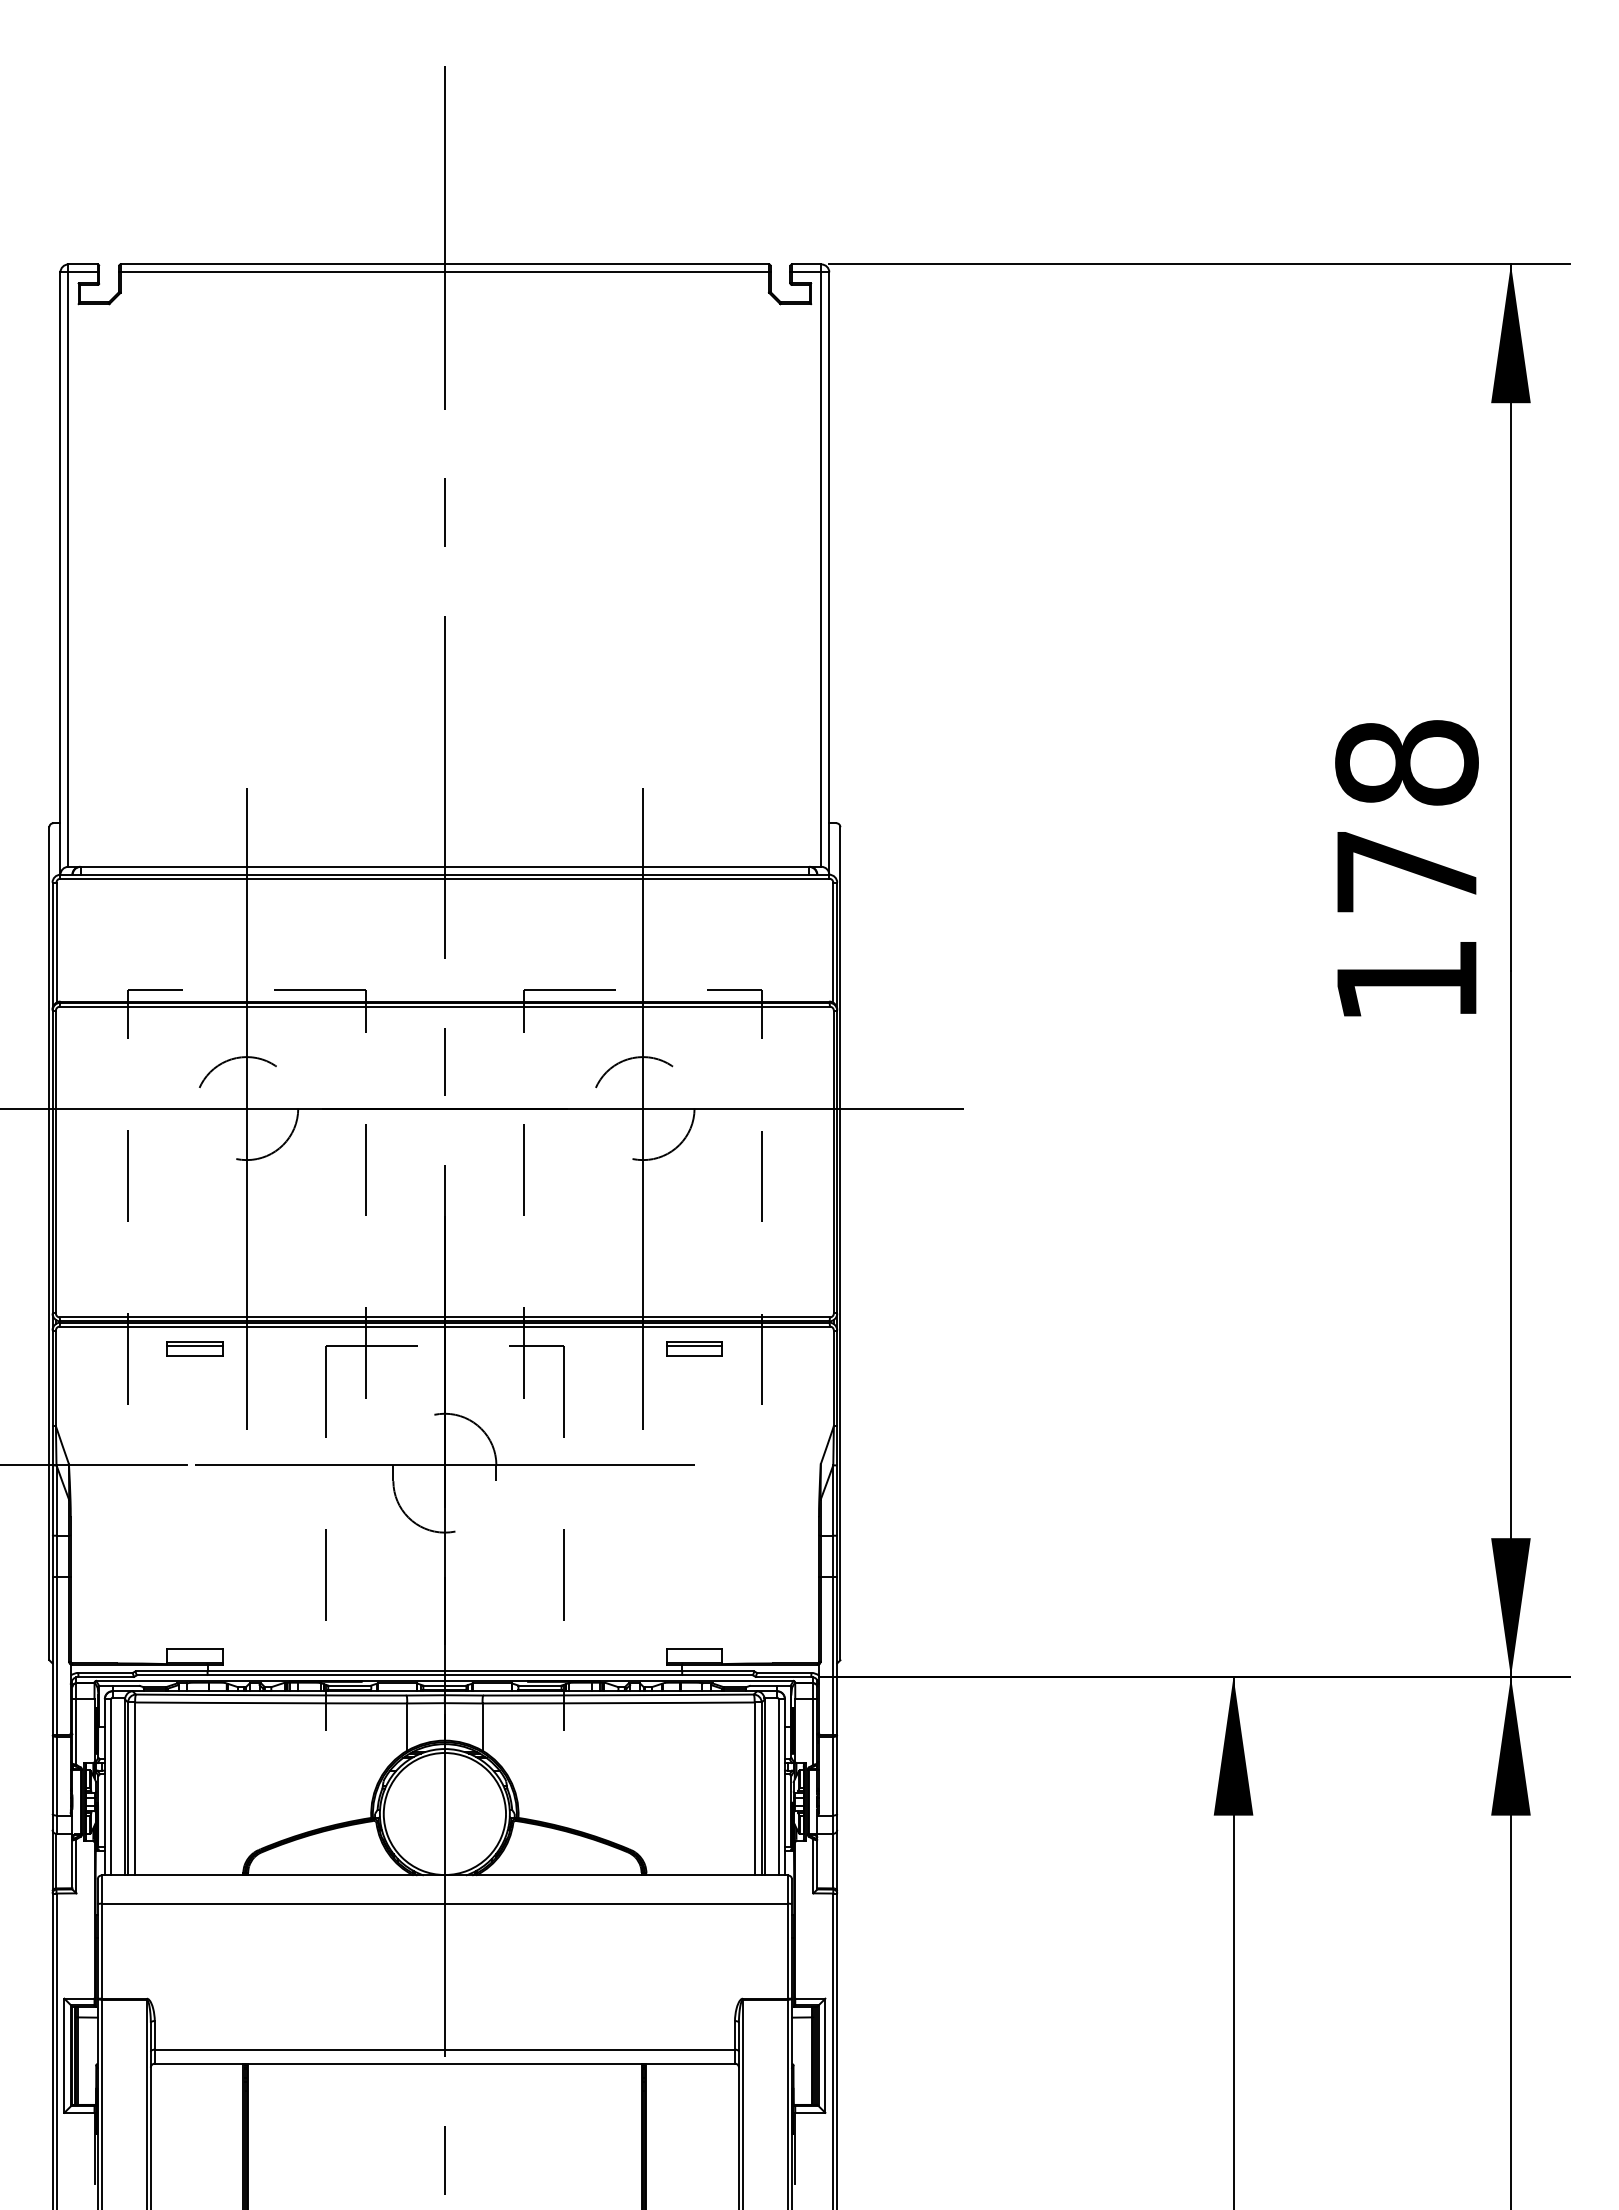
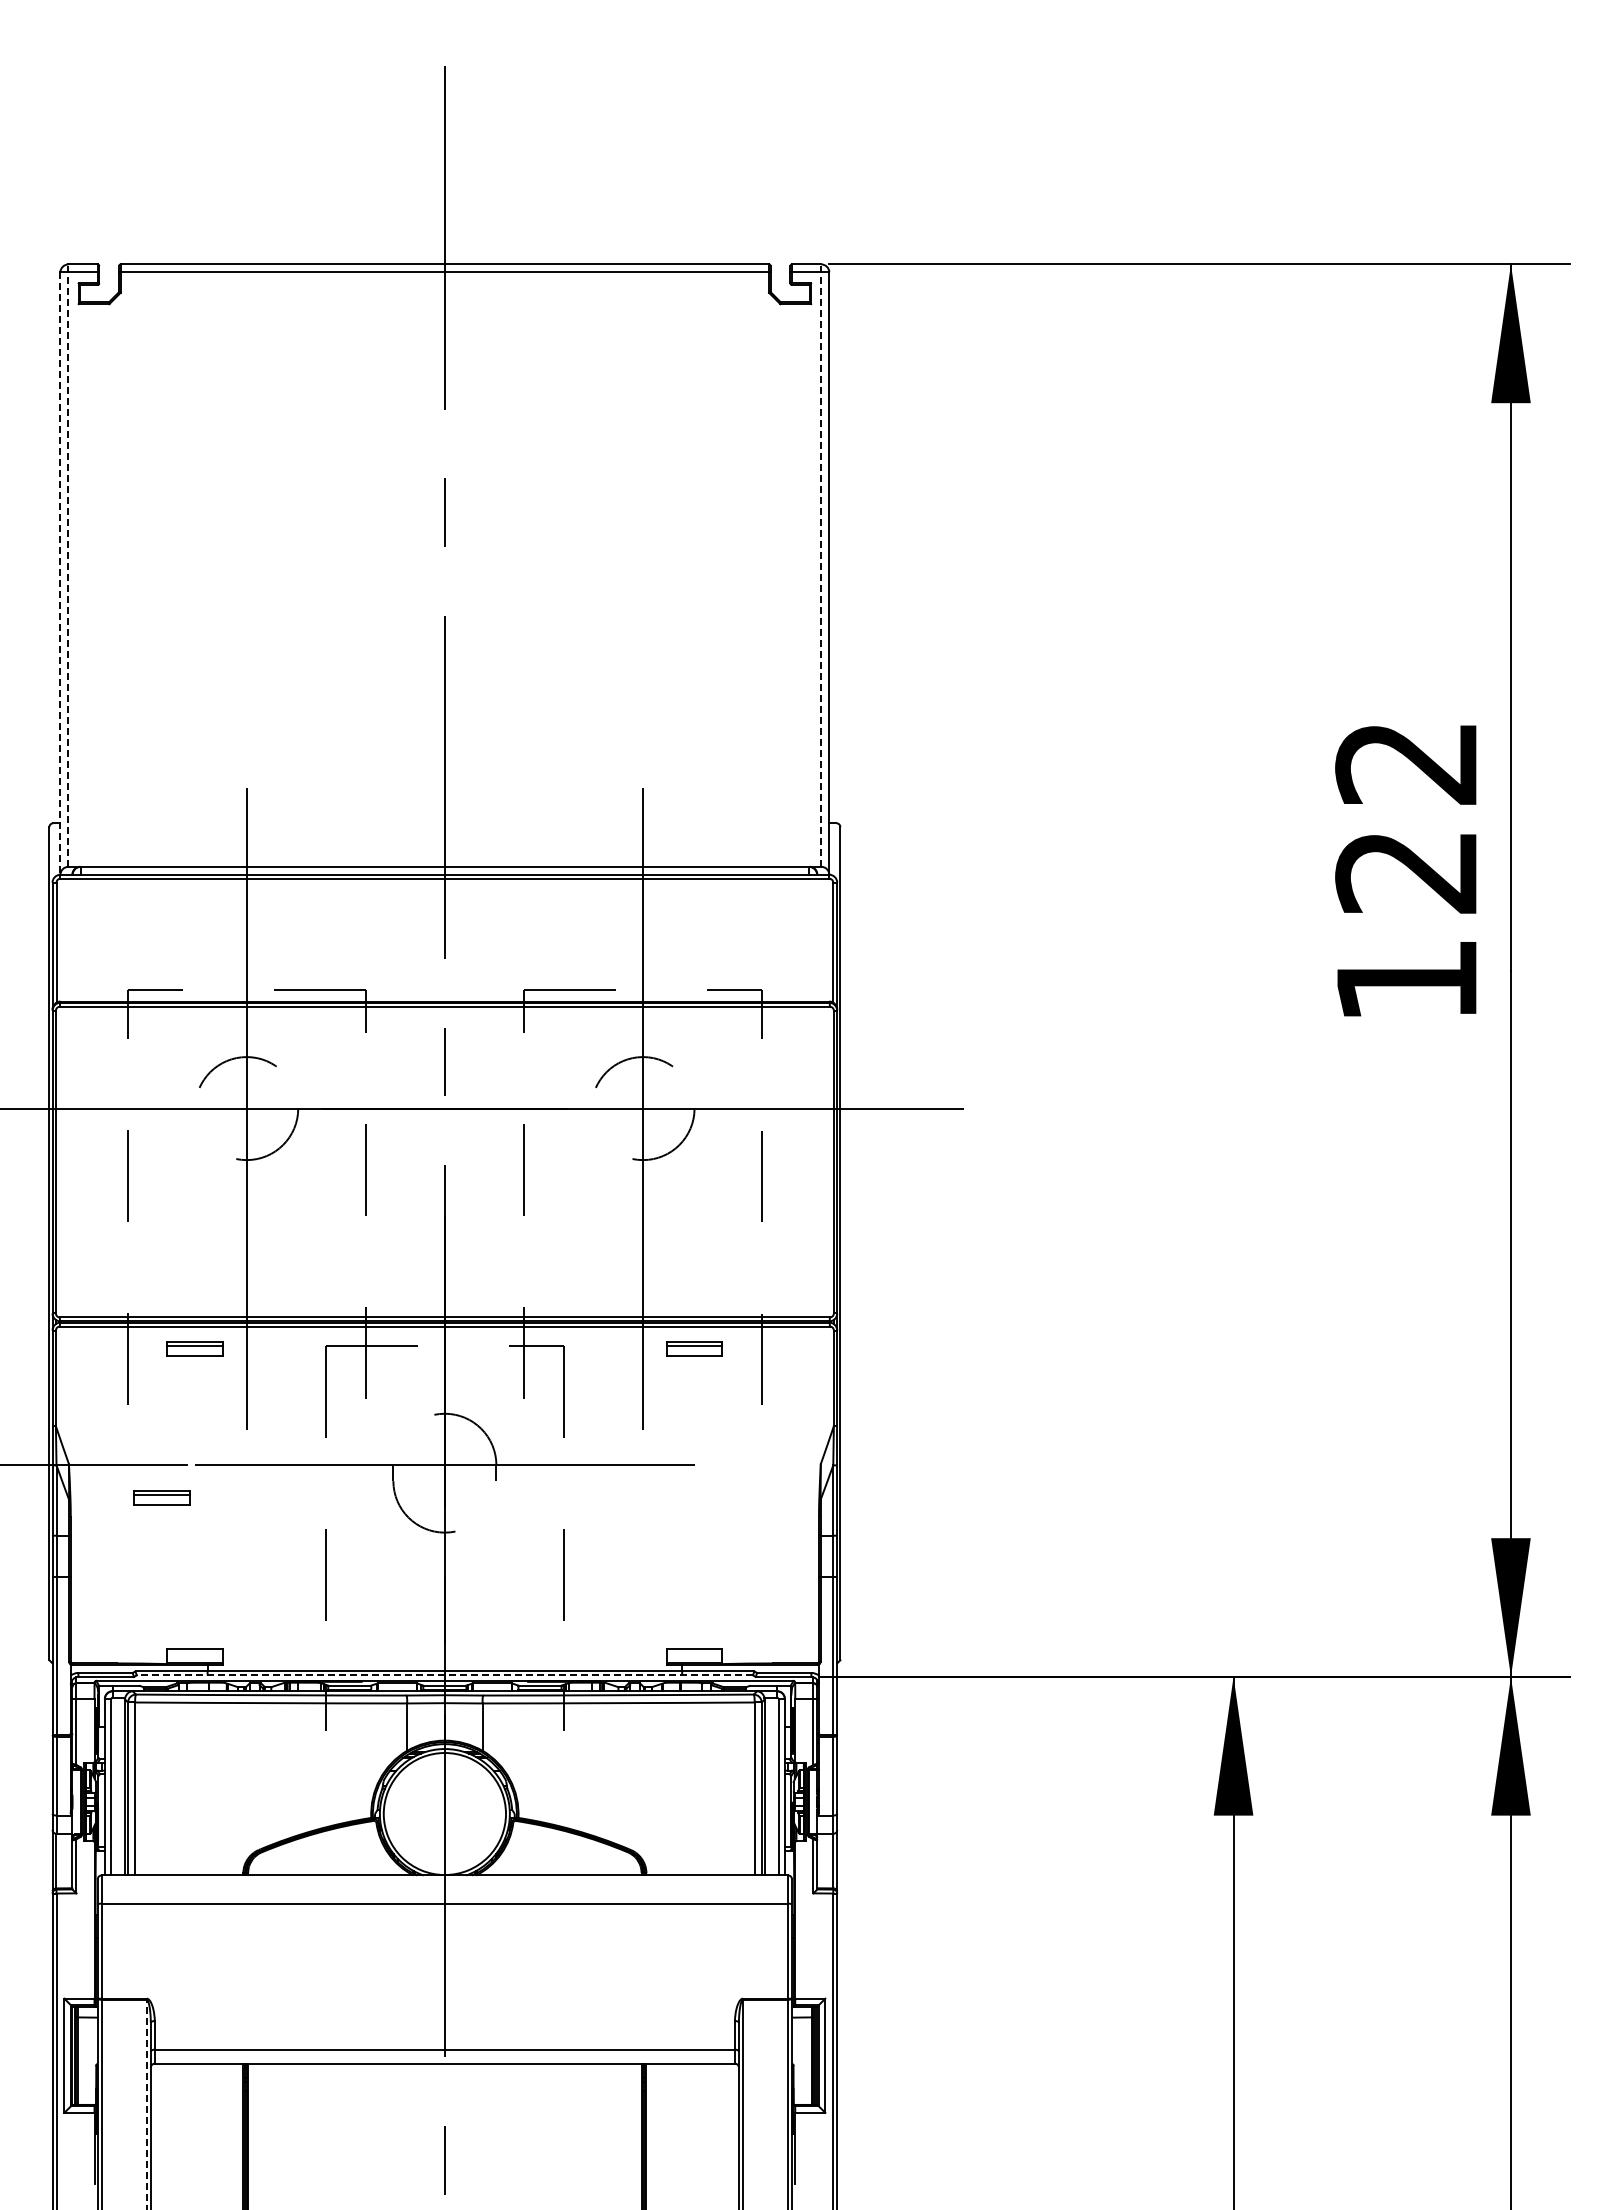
line at (68, 565): solid -> dashed
line at (821, 565): solid -> dashed
line at (60, 574): solid -> dashed
text at (1406, 816): 178 -> 122
part at (161, 1497): none -> present
line at (444, 1675): solid -> dashed
line at (146, 2103): solid -> dashed
